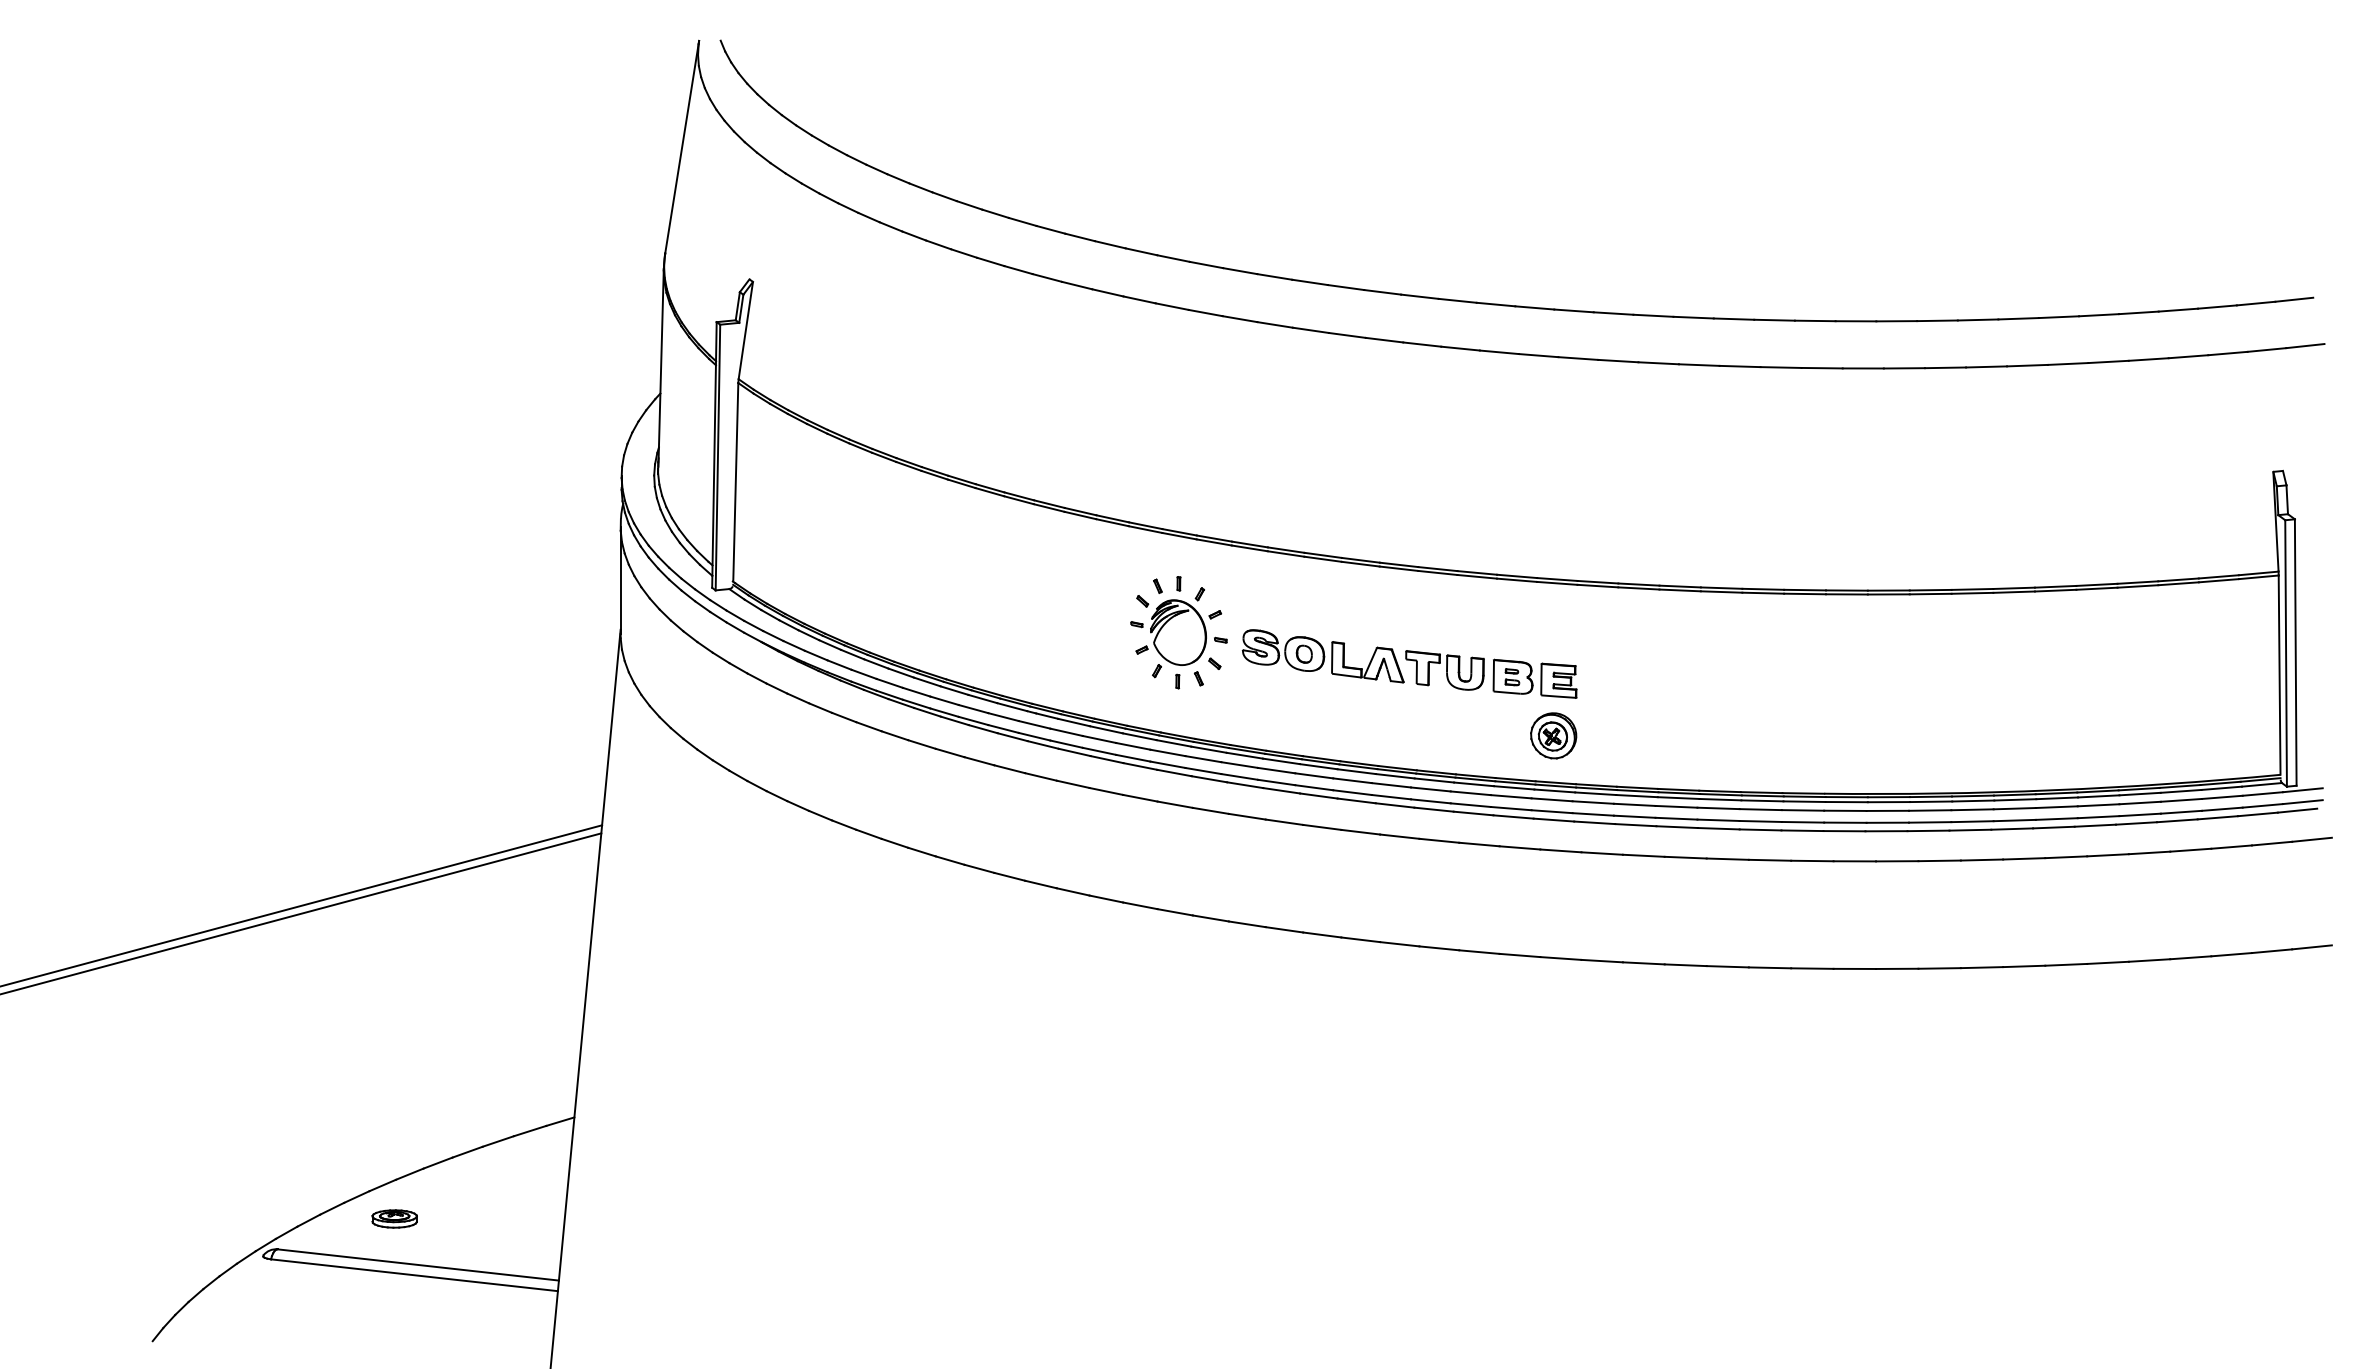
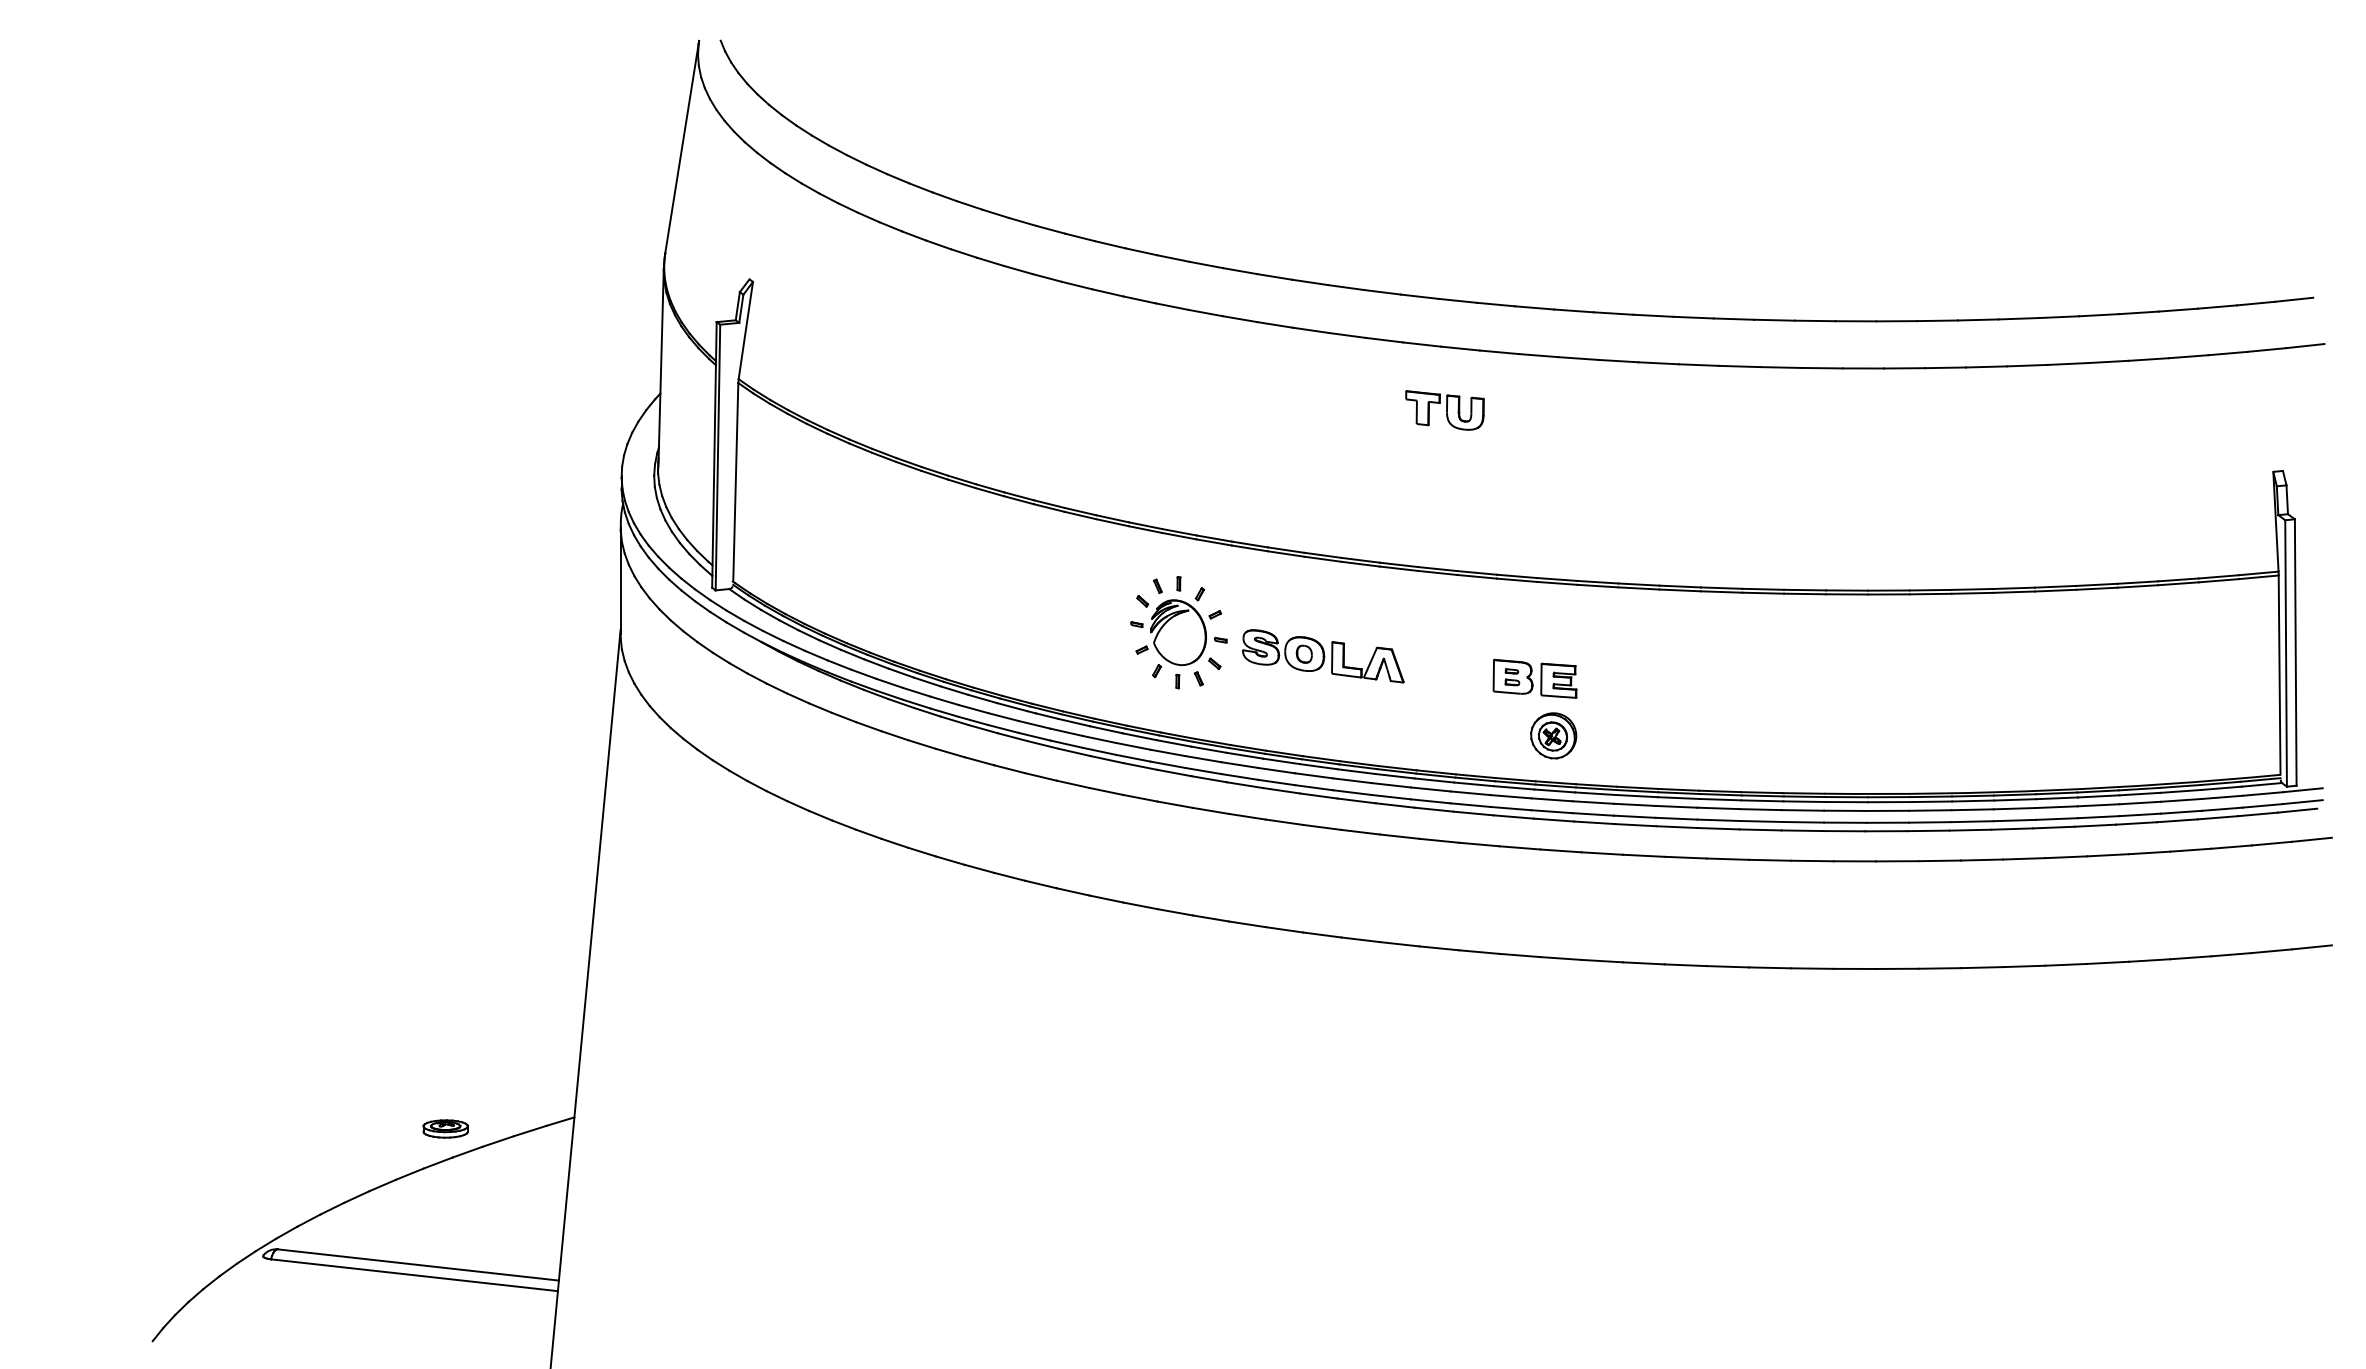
part at (1444, 670) position: (1444, 670) -> (1444, 410)
line at (302, 905): present -> none
line at (301, 913): present -> none
part at (394, 1218) position: (394, 1218) -> (445, 1128)
